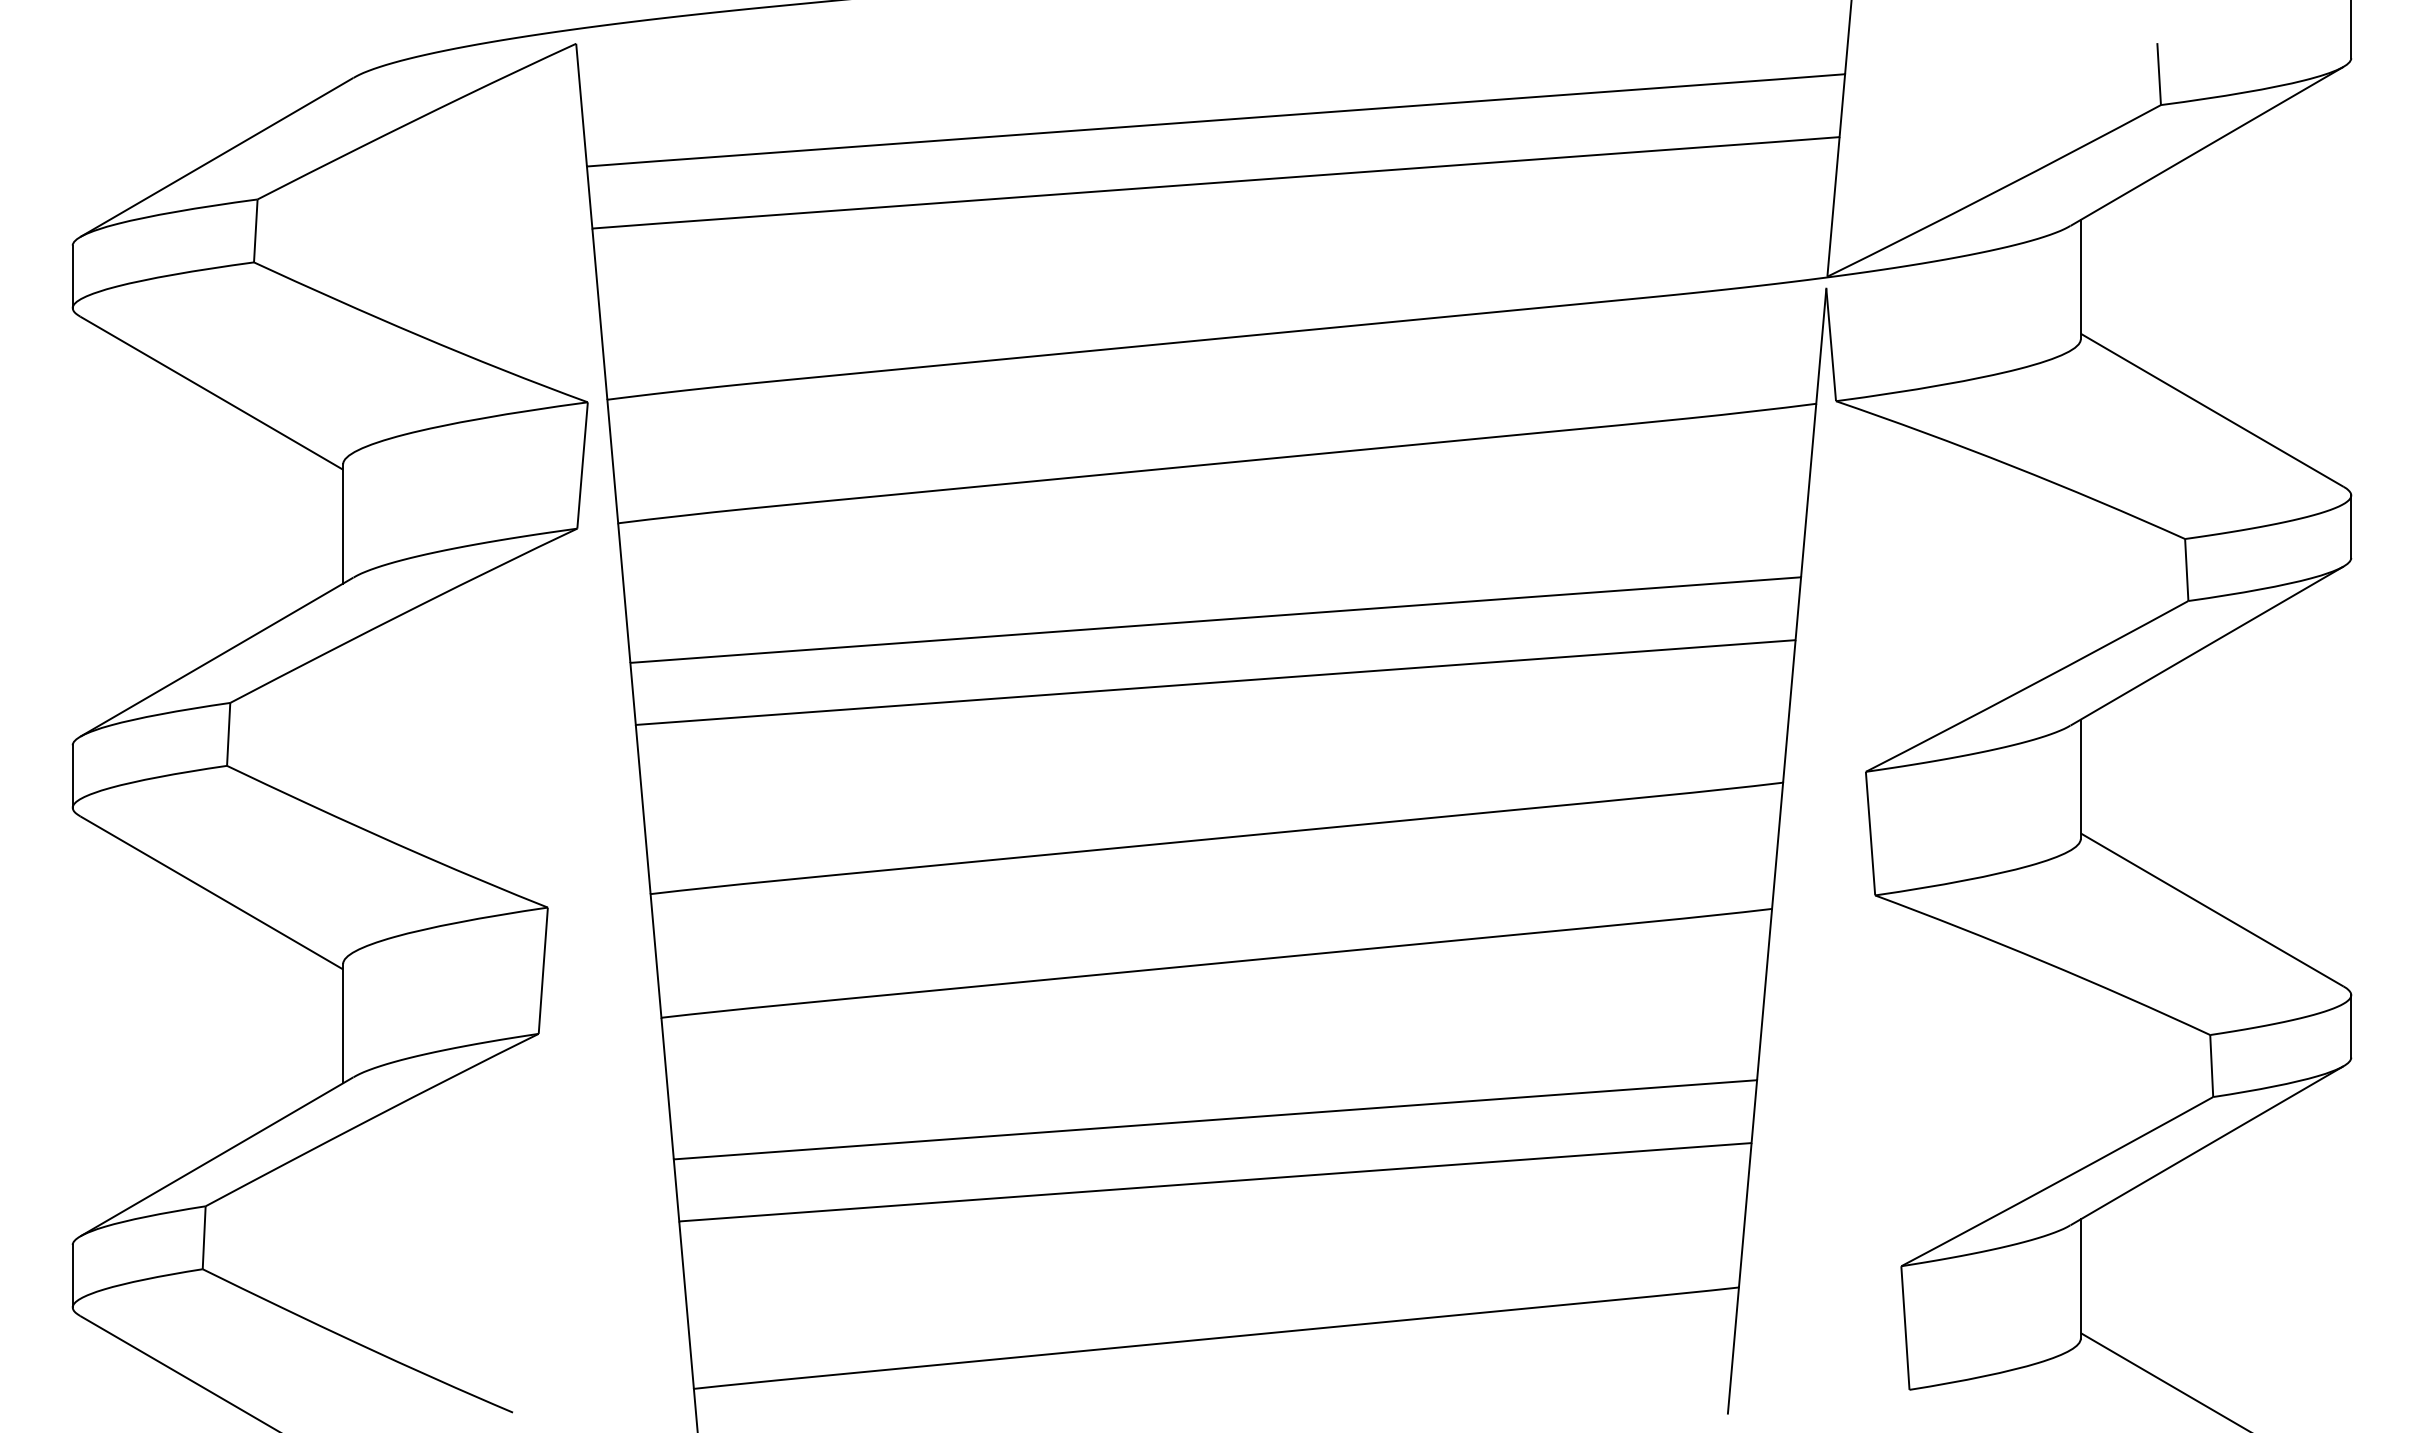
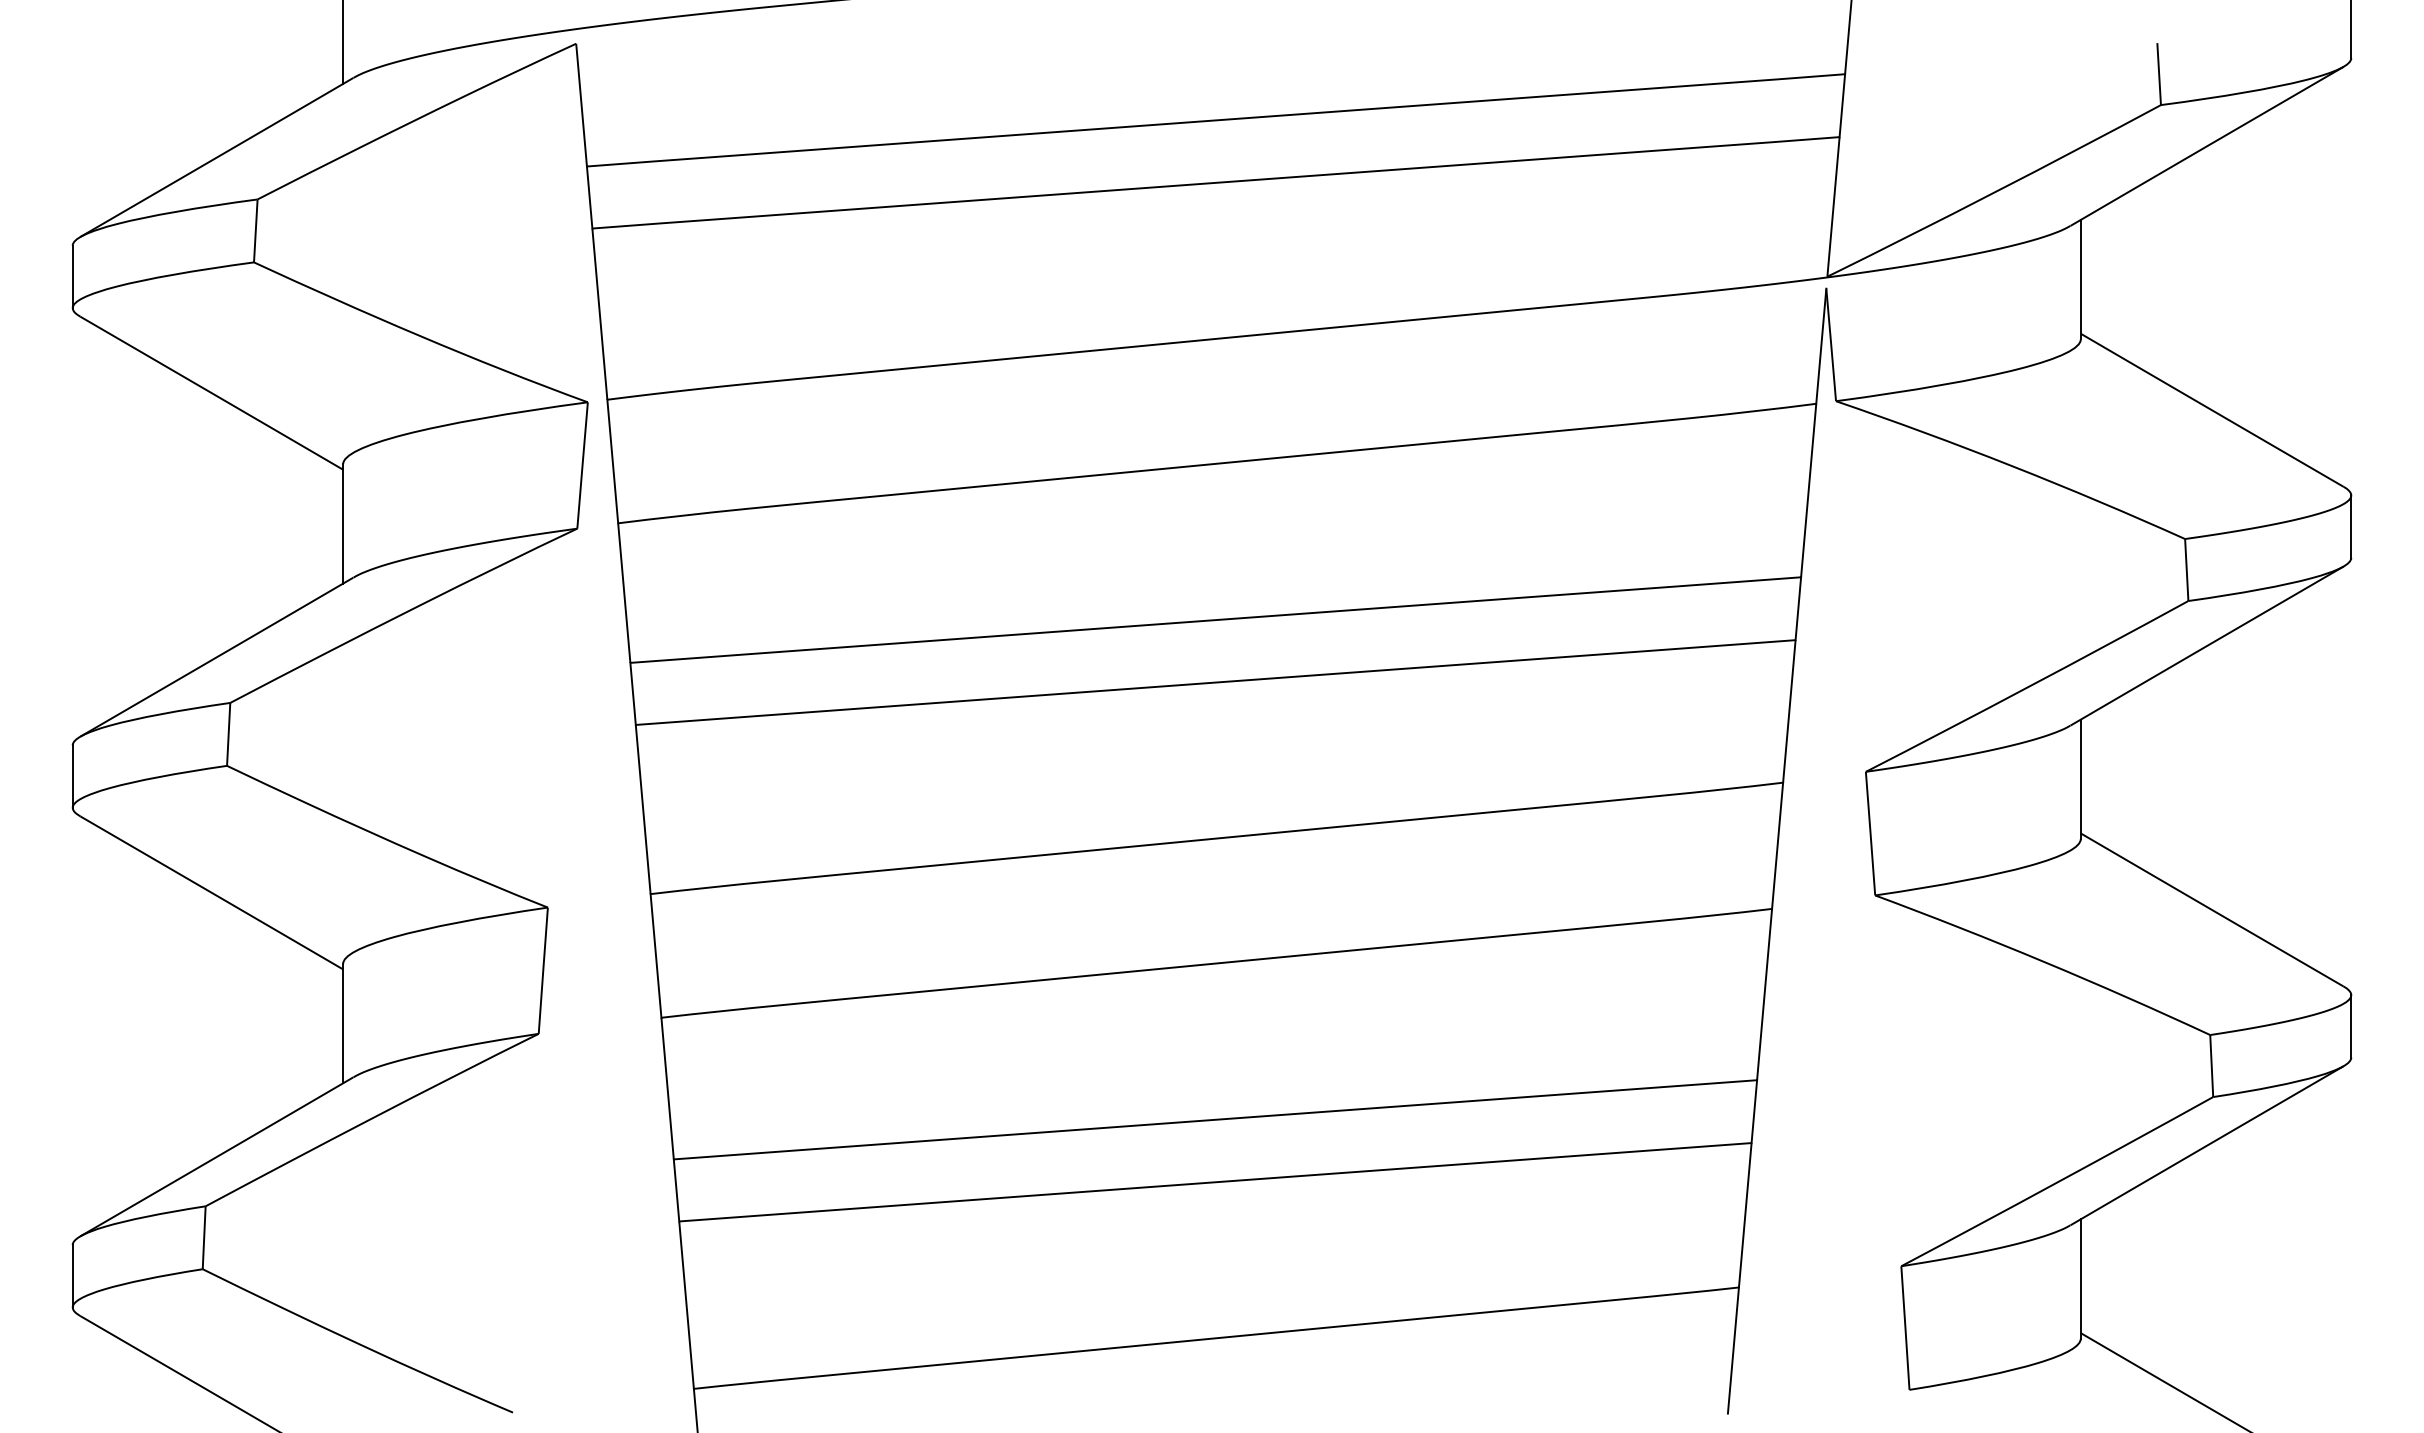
line at (343, 42): none -> present
